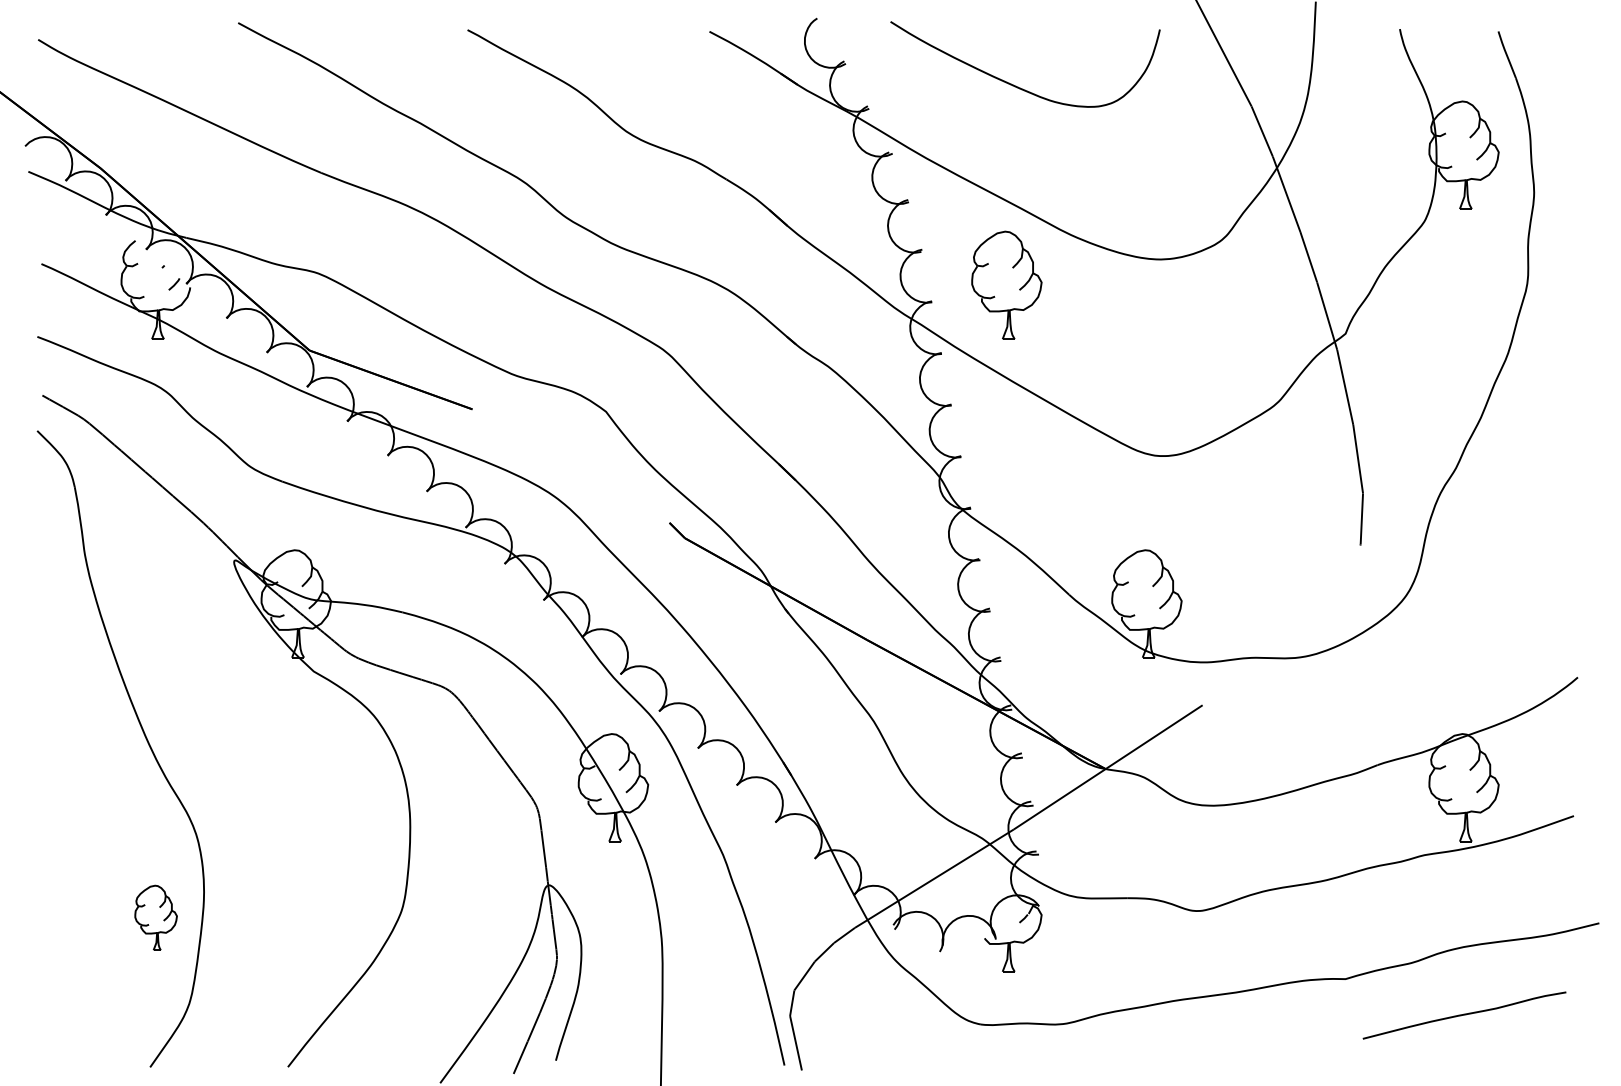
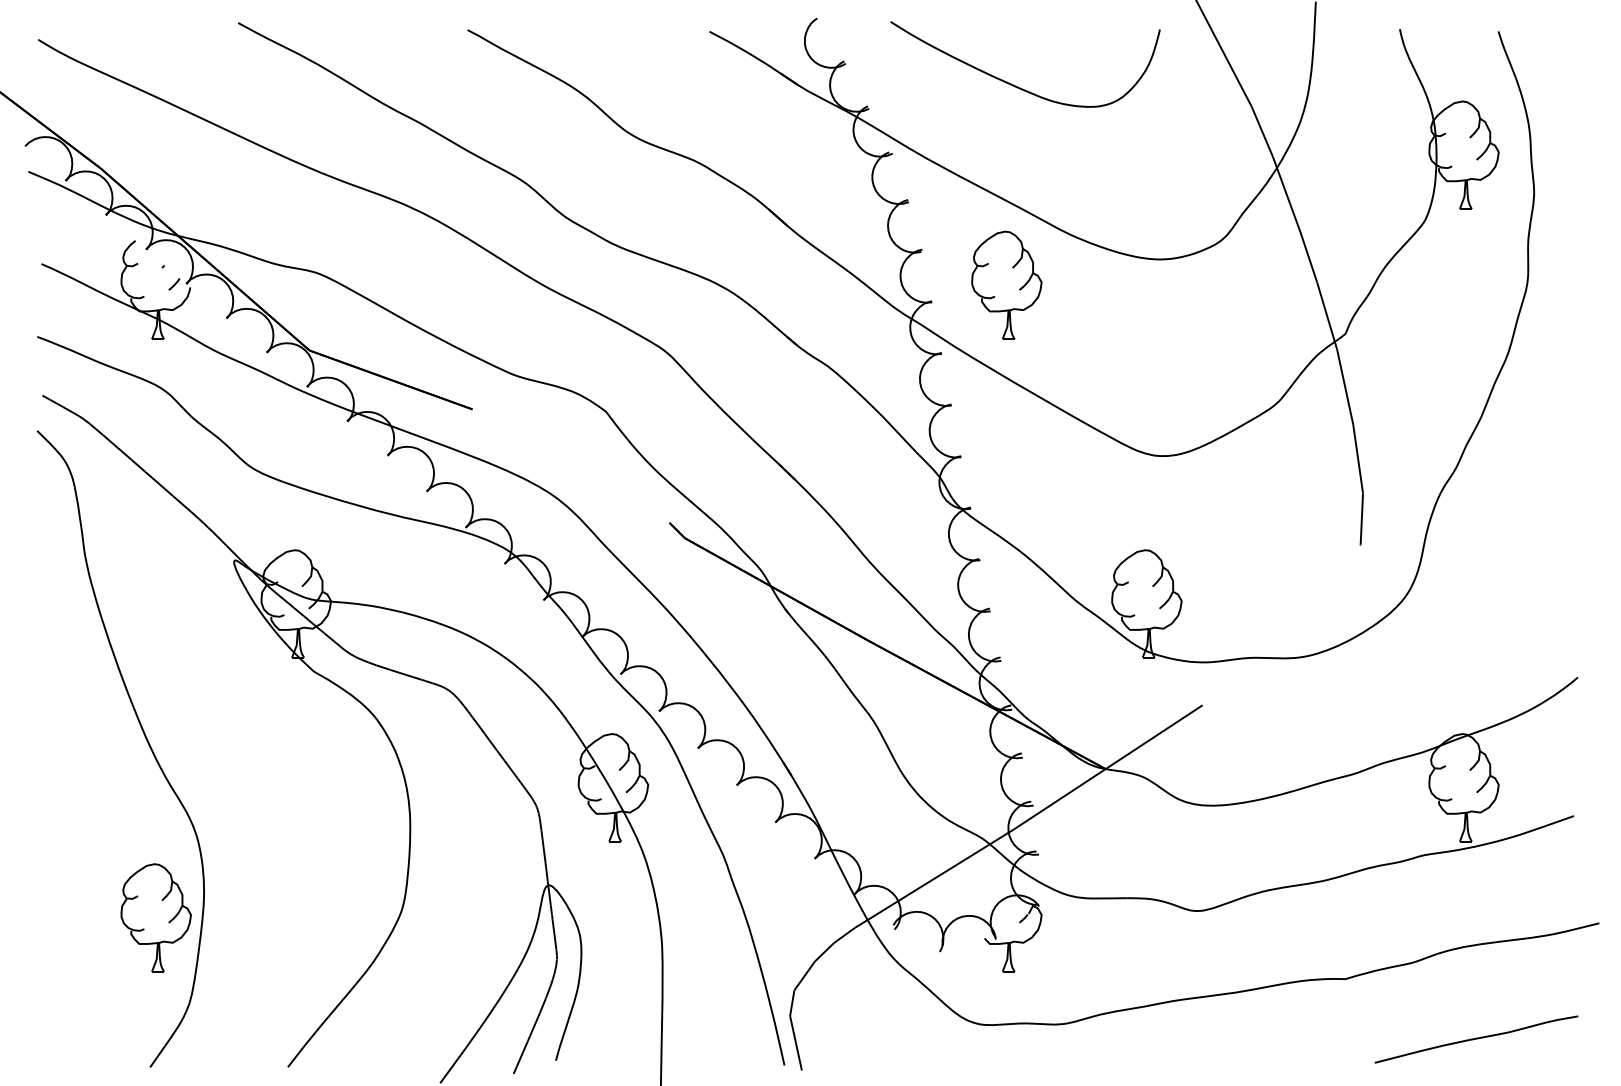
part at (155, 917) size: 44x67 px -> 72x110 px
curve at (1464, 1015) position: (1464, 1015) -> (1476, 1039)
